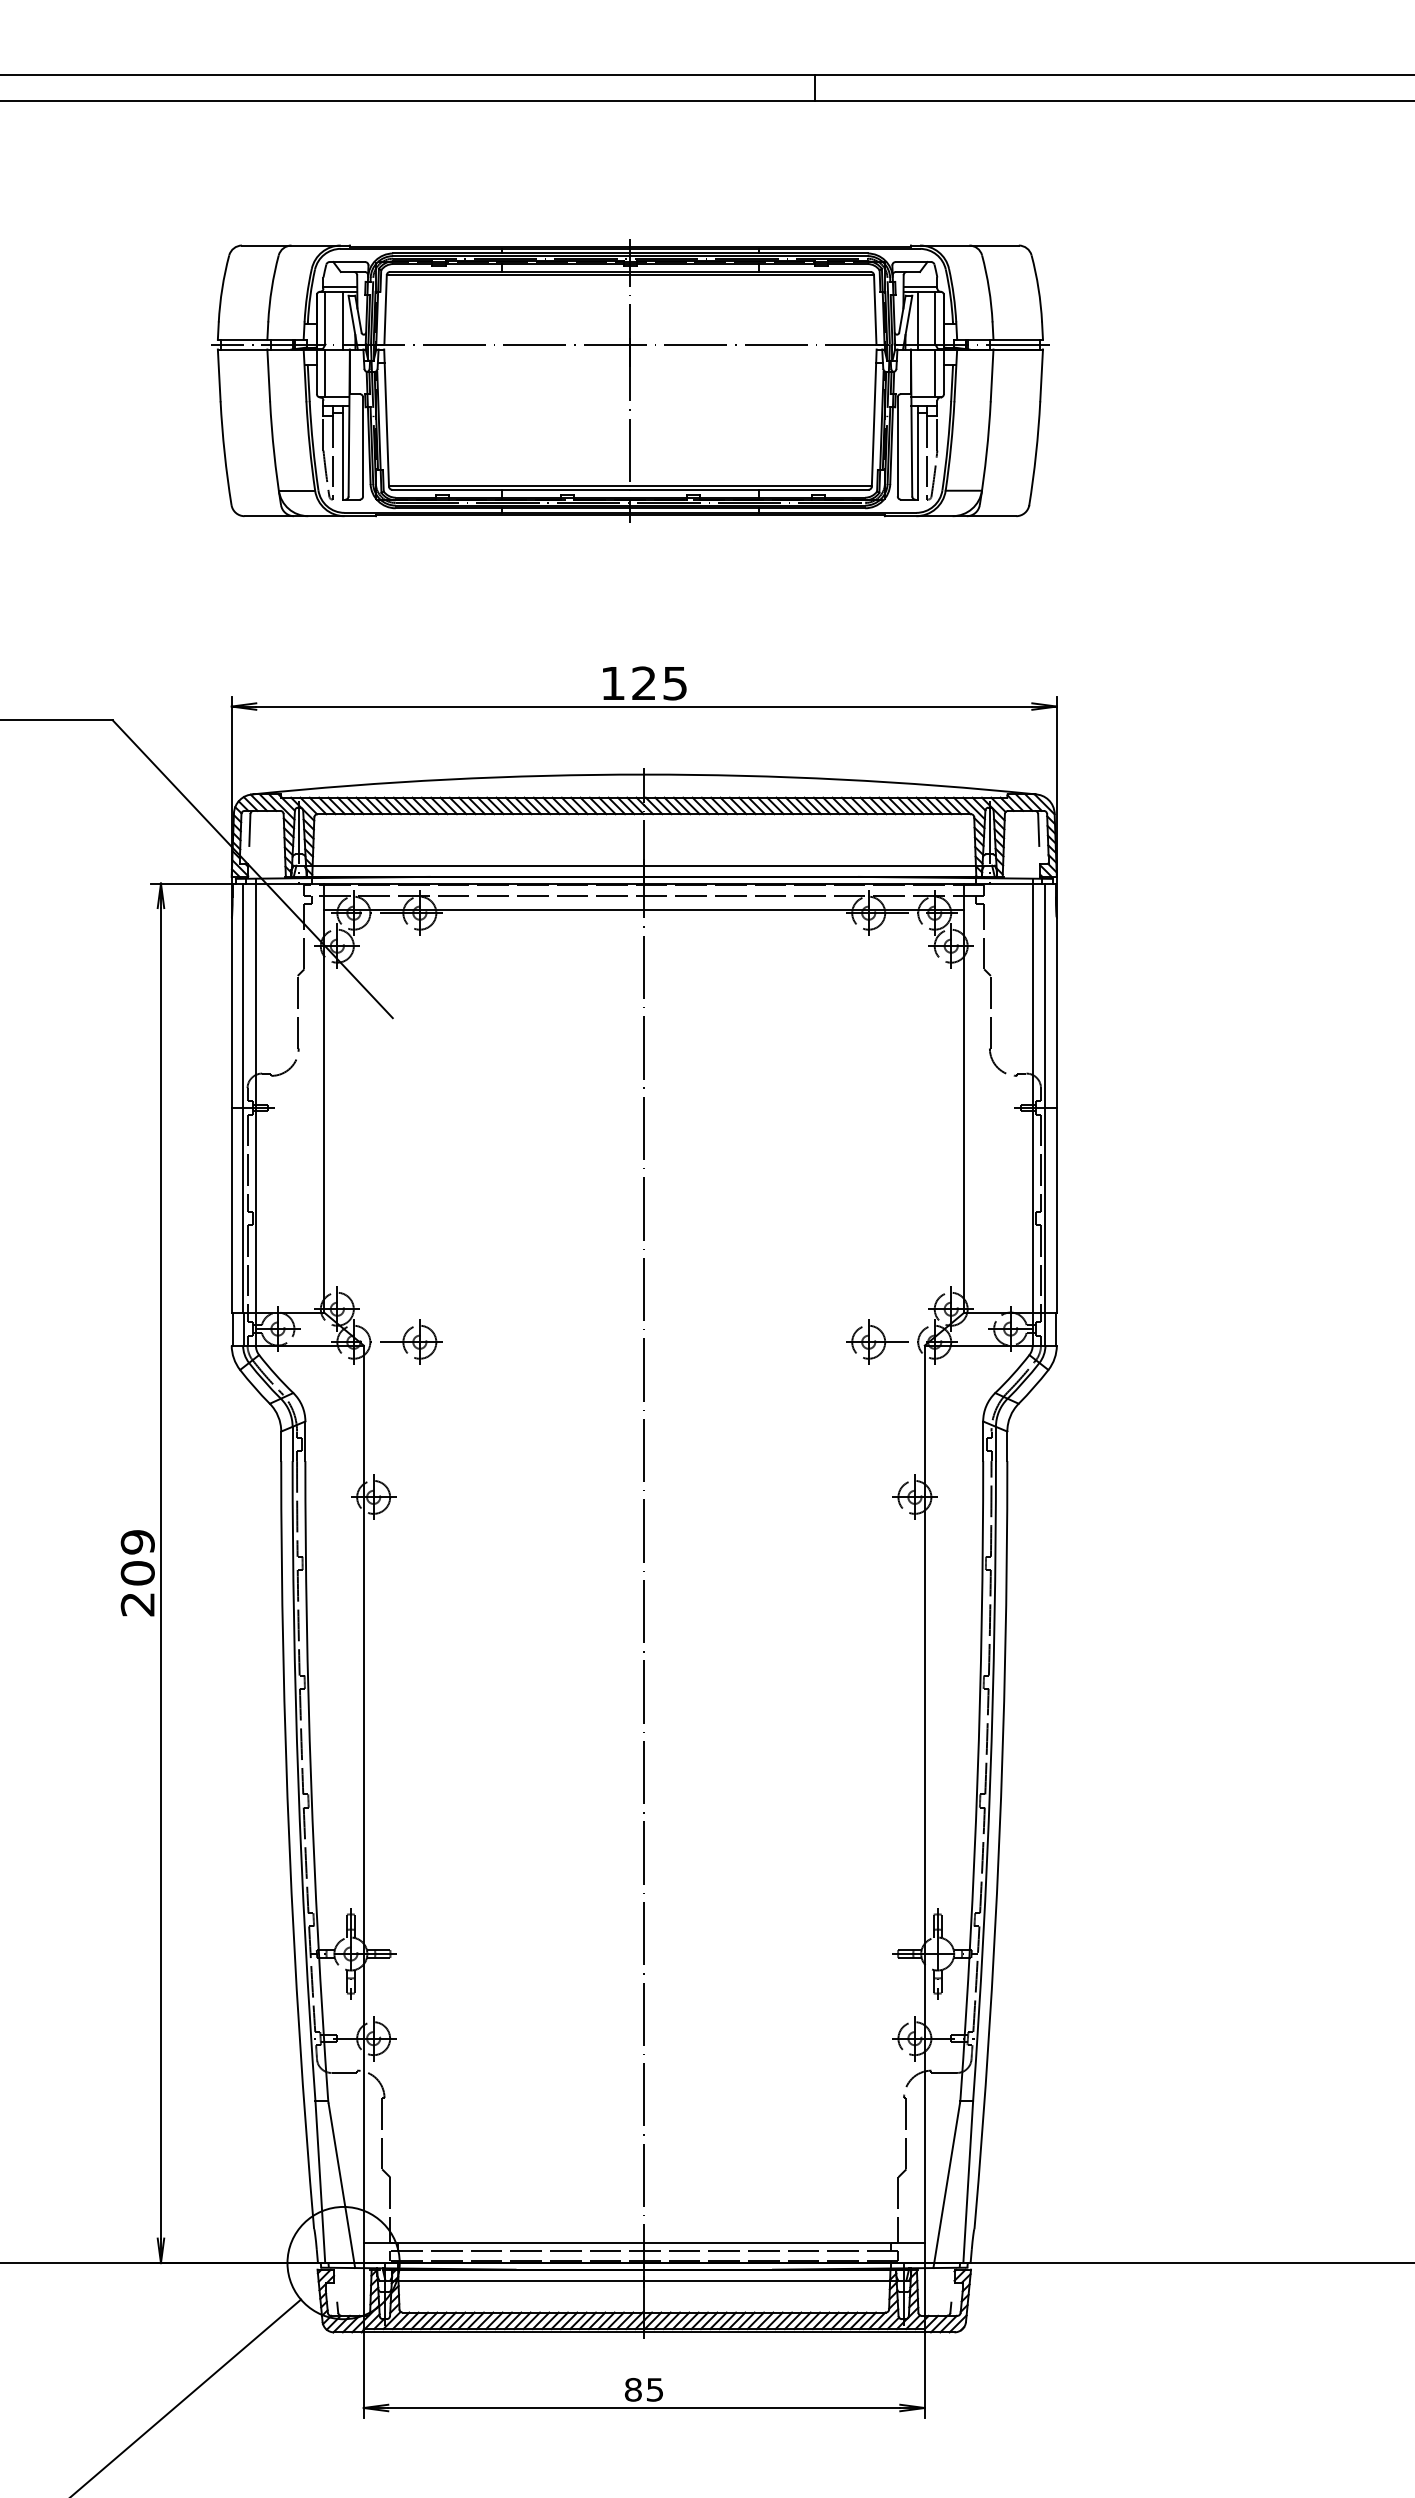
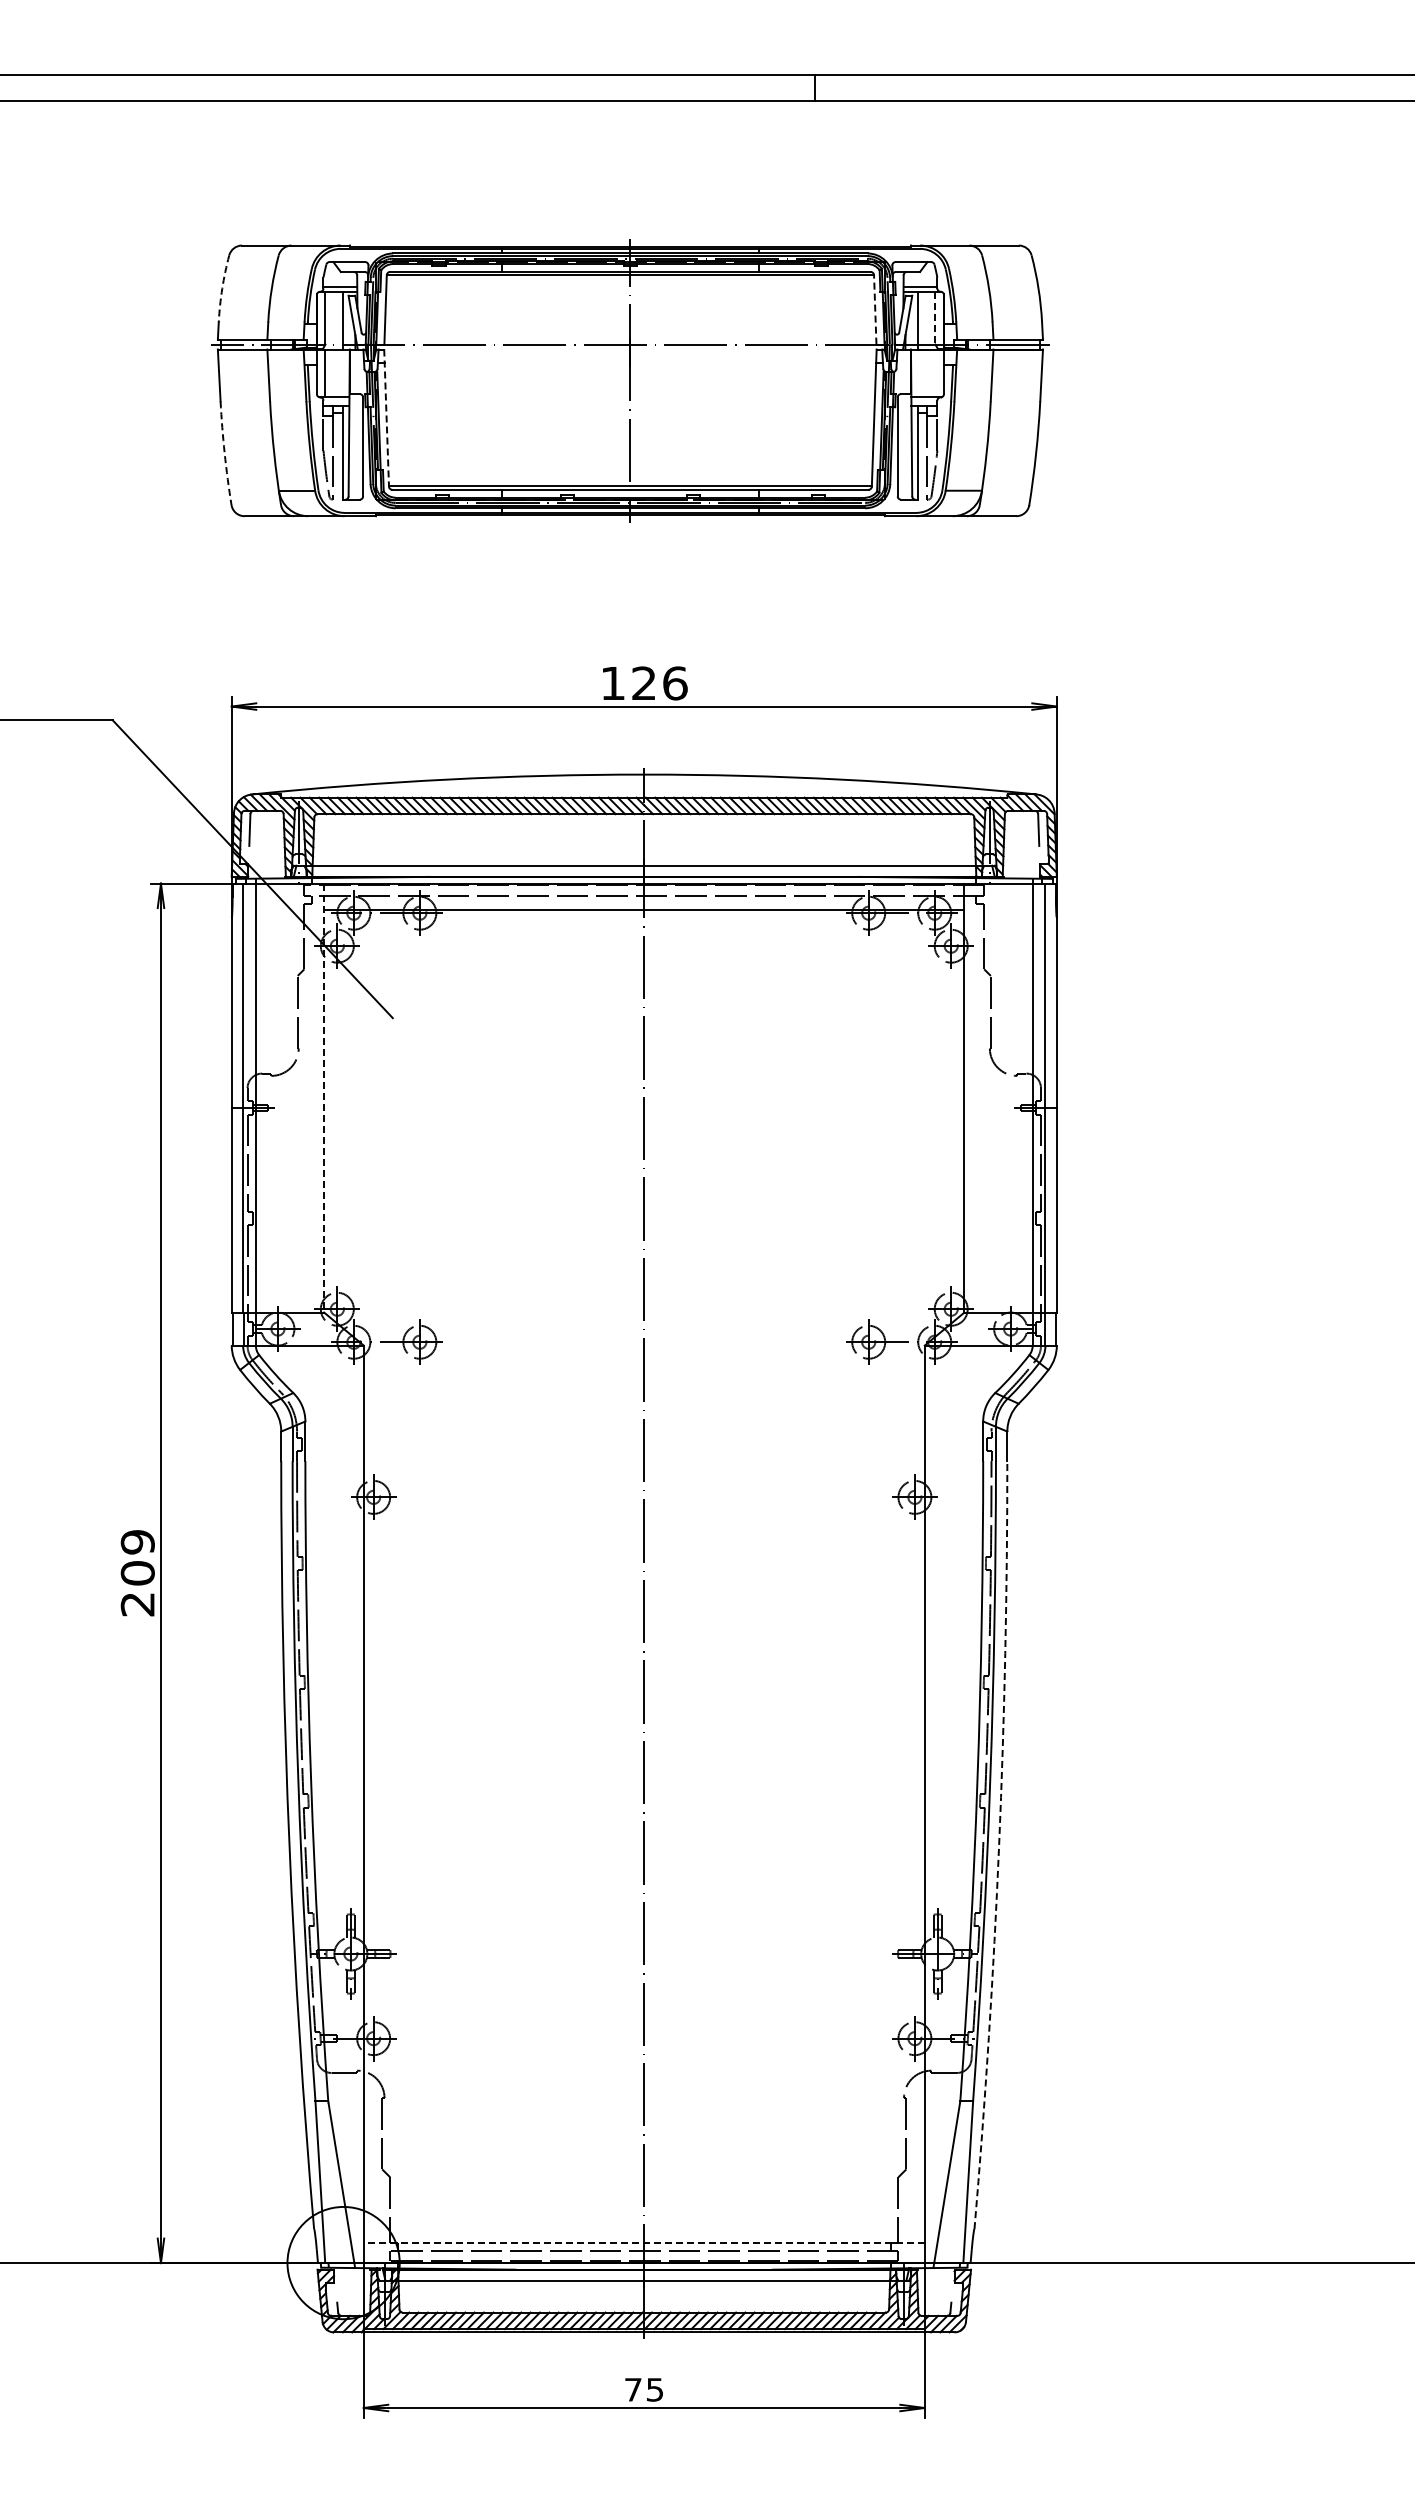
arc at (222, 288): solid -> dashed
line at (875, 309): solid -> dashed
line at (935, 318): solid -> dashed
line at (935, 373): present -> none
line at (386, 418): solid -> dashed
arc at (224, 453): solid -> dashed
text at (675, 683): 125 -> 126
line at (324, 1098): solid -> dashed
arc at (999, 1845): solid -> dashed
line at (644, 2243): solid -> dashed
text at (632, 2389): 85 -> 75
line at (187, 2396): present -> none
